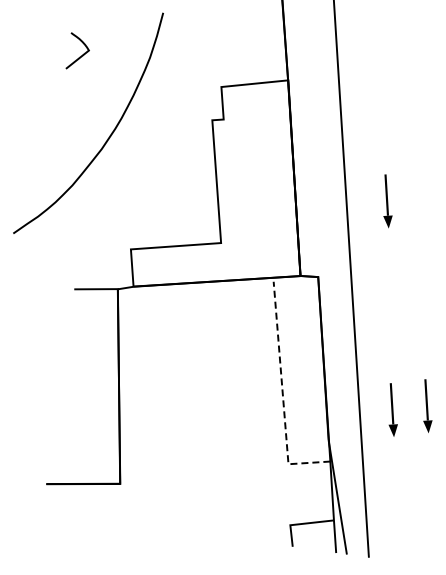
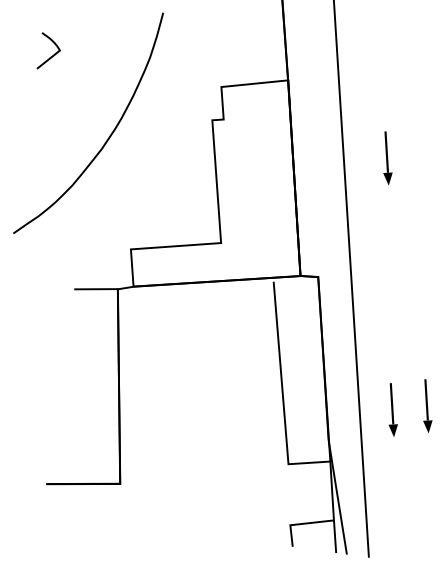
curve at (79, 56) position: (79, 56) -> (50, 56)
part at (387, 201) position: (387, 201) -> (387, 158)
line at (282, 393): dashed -> solid
